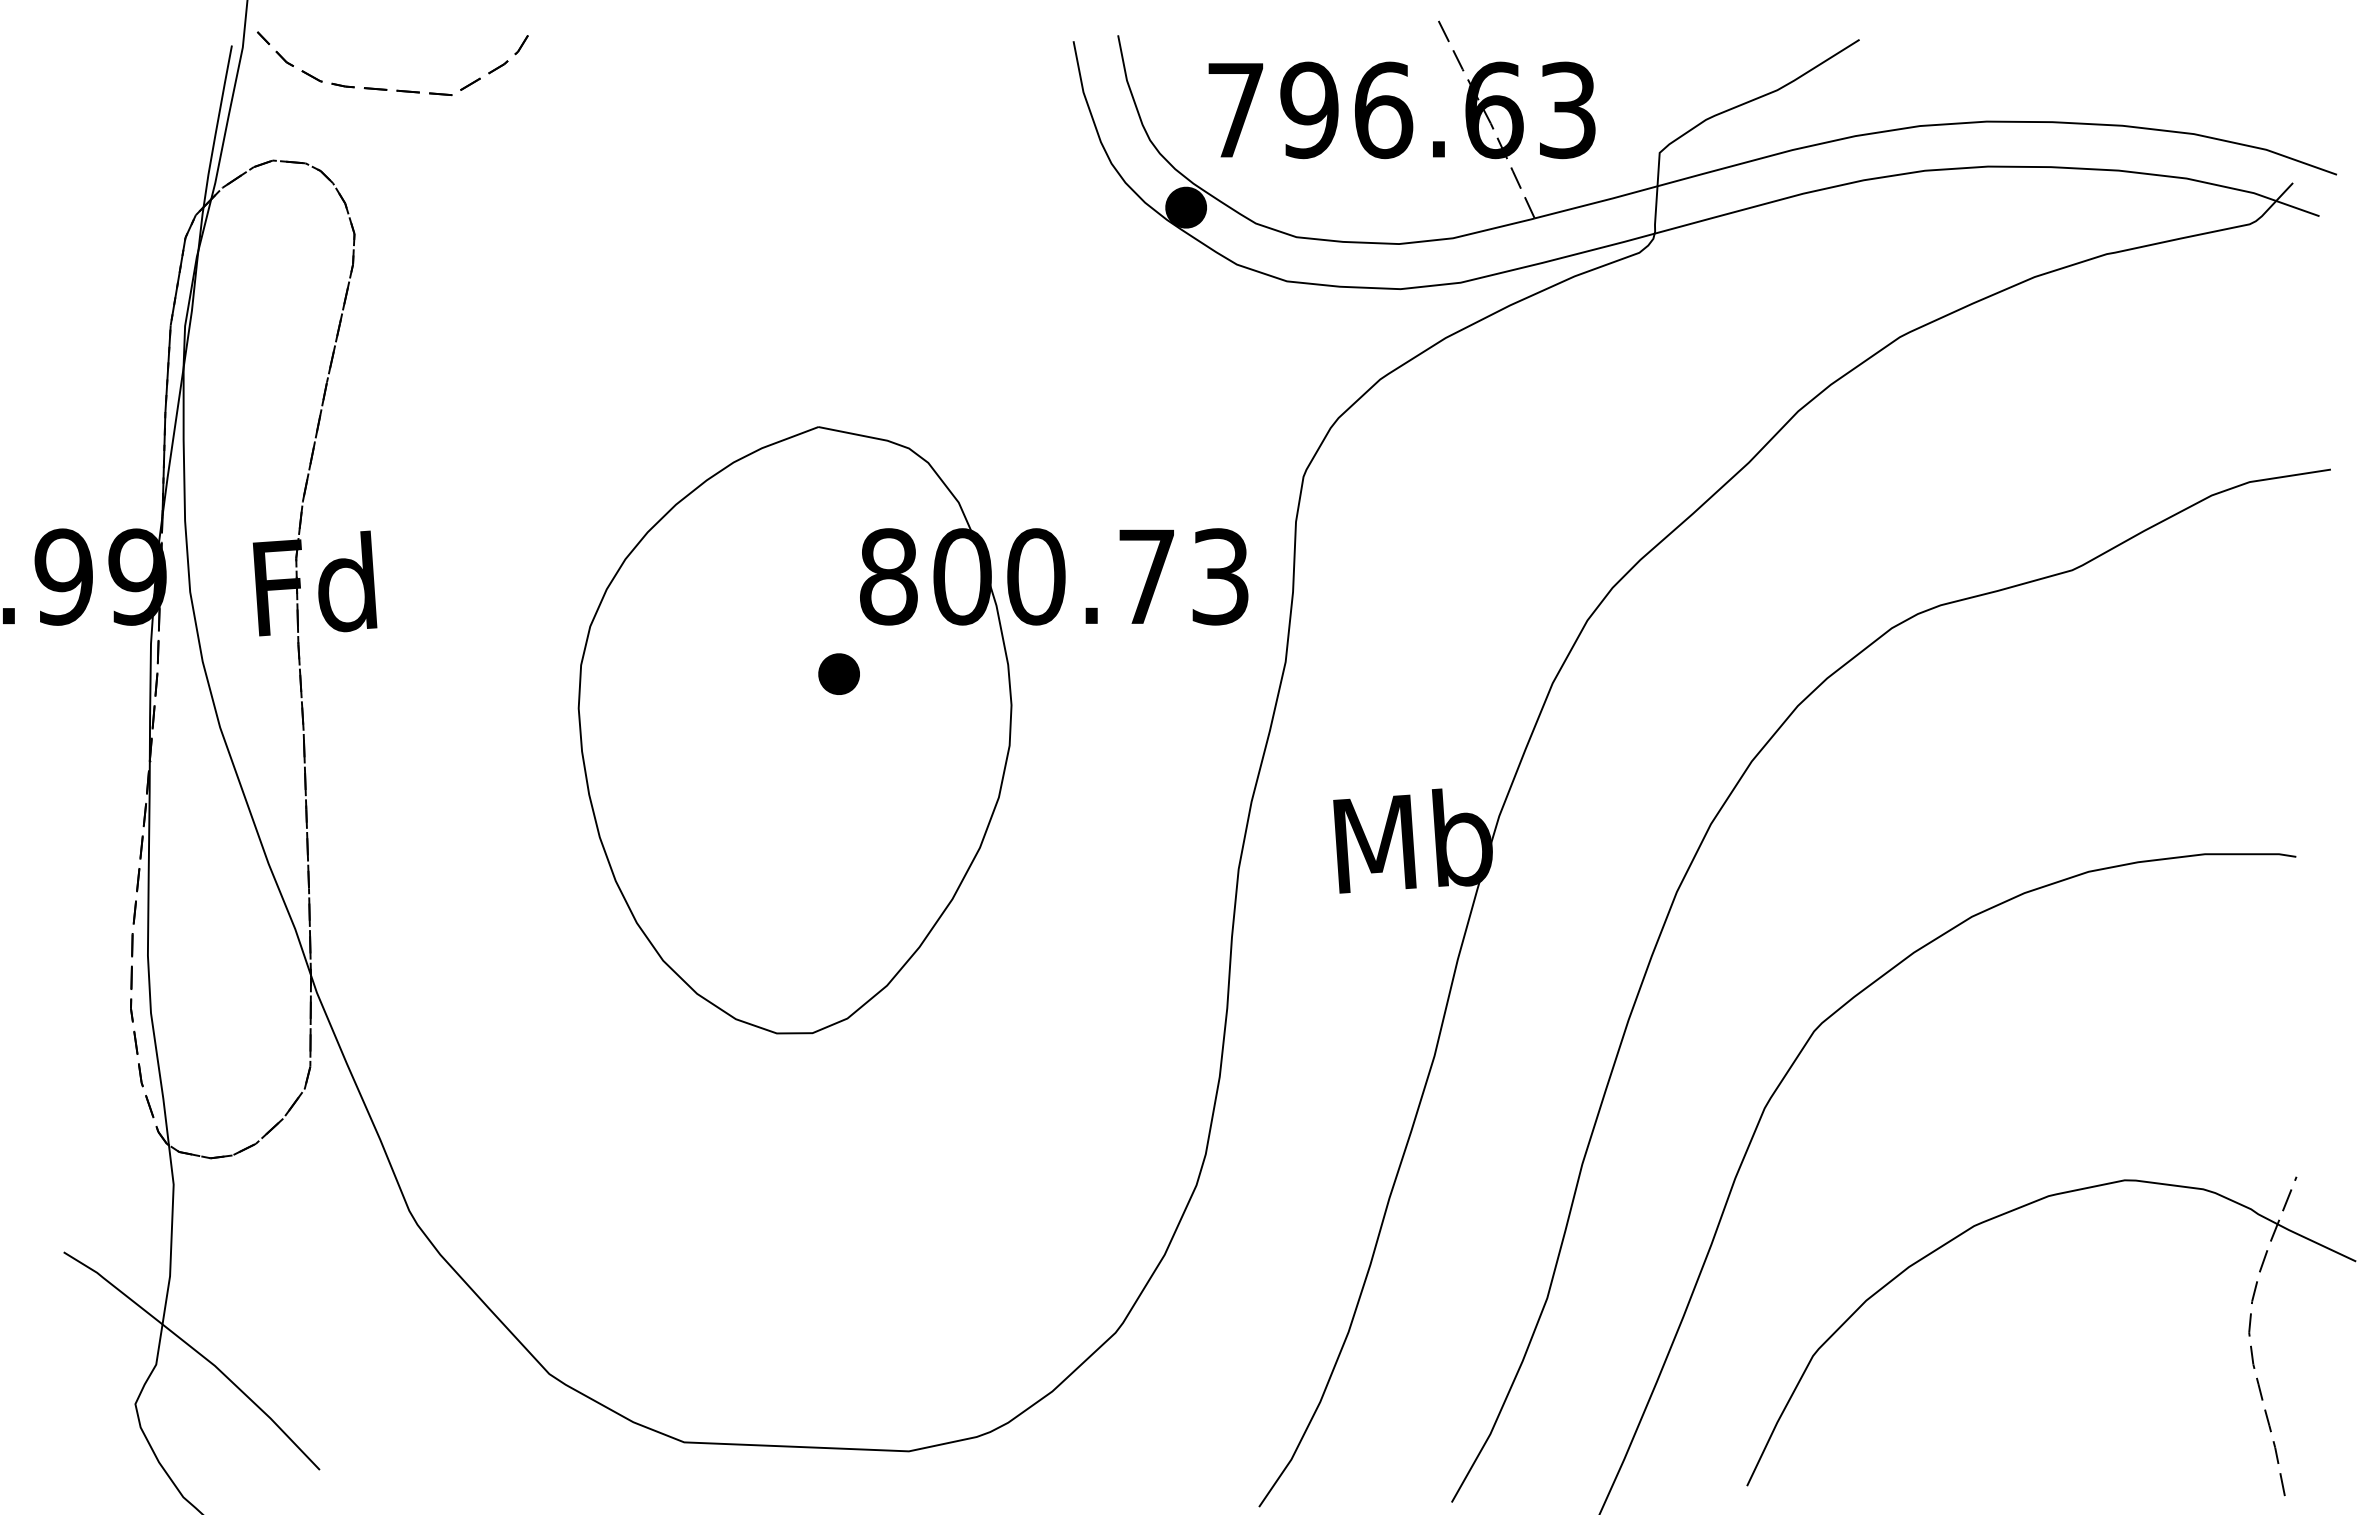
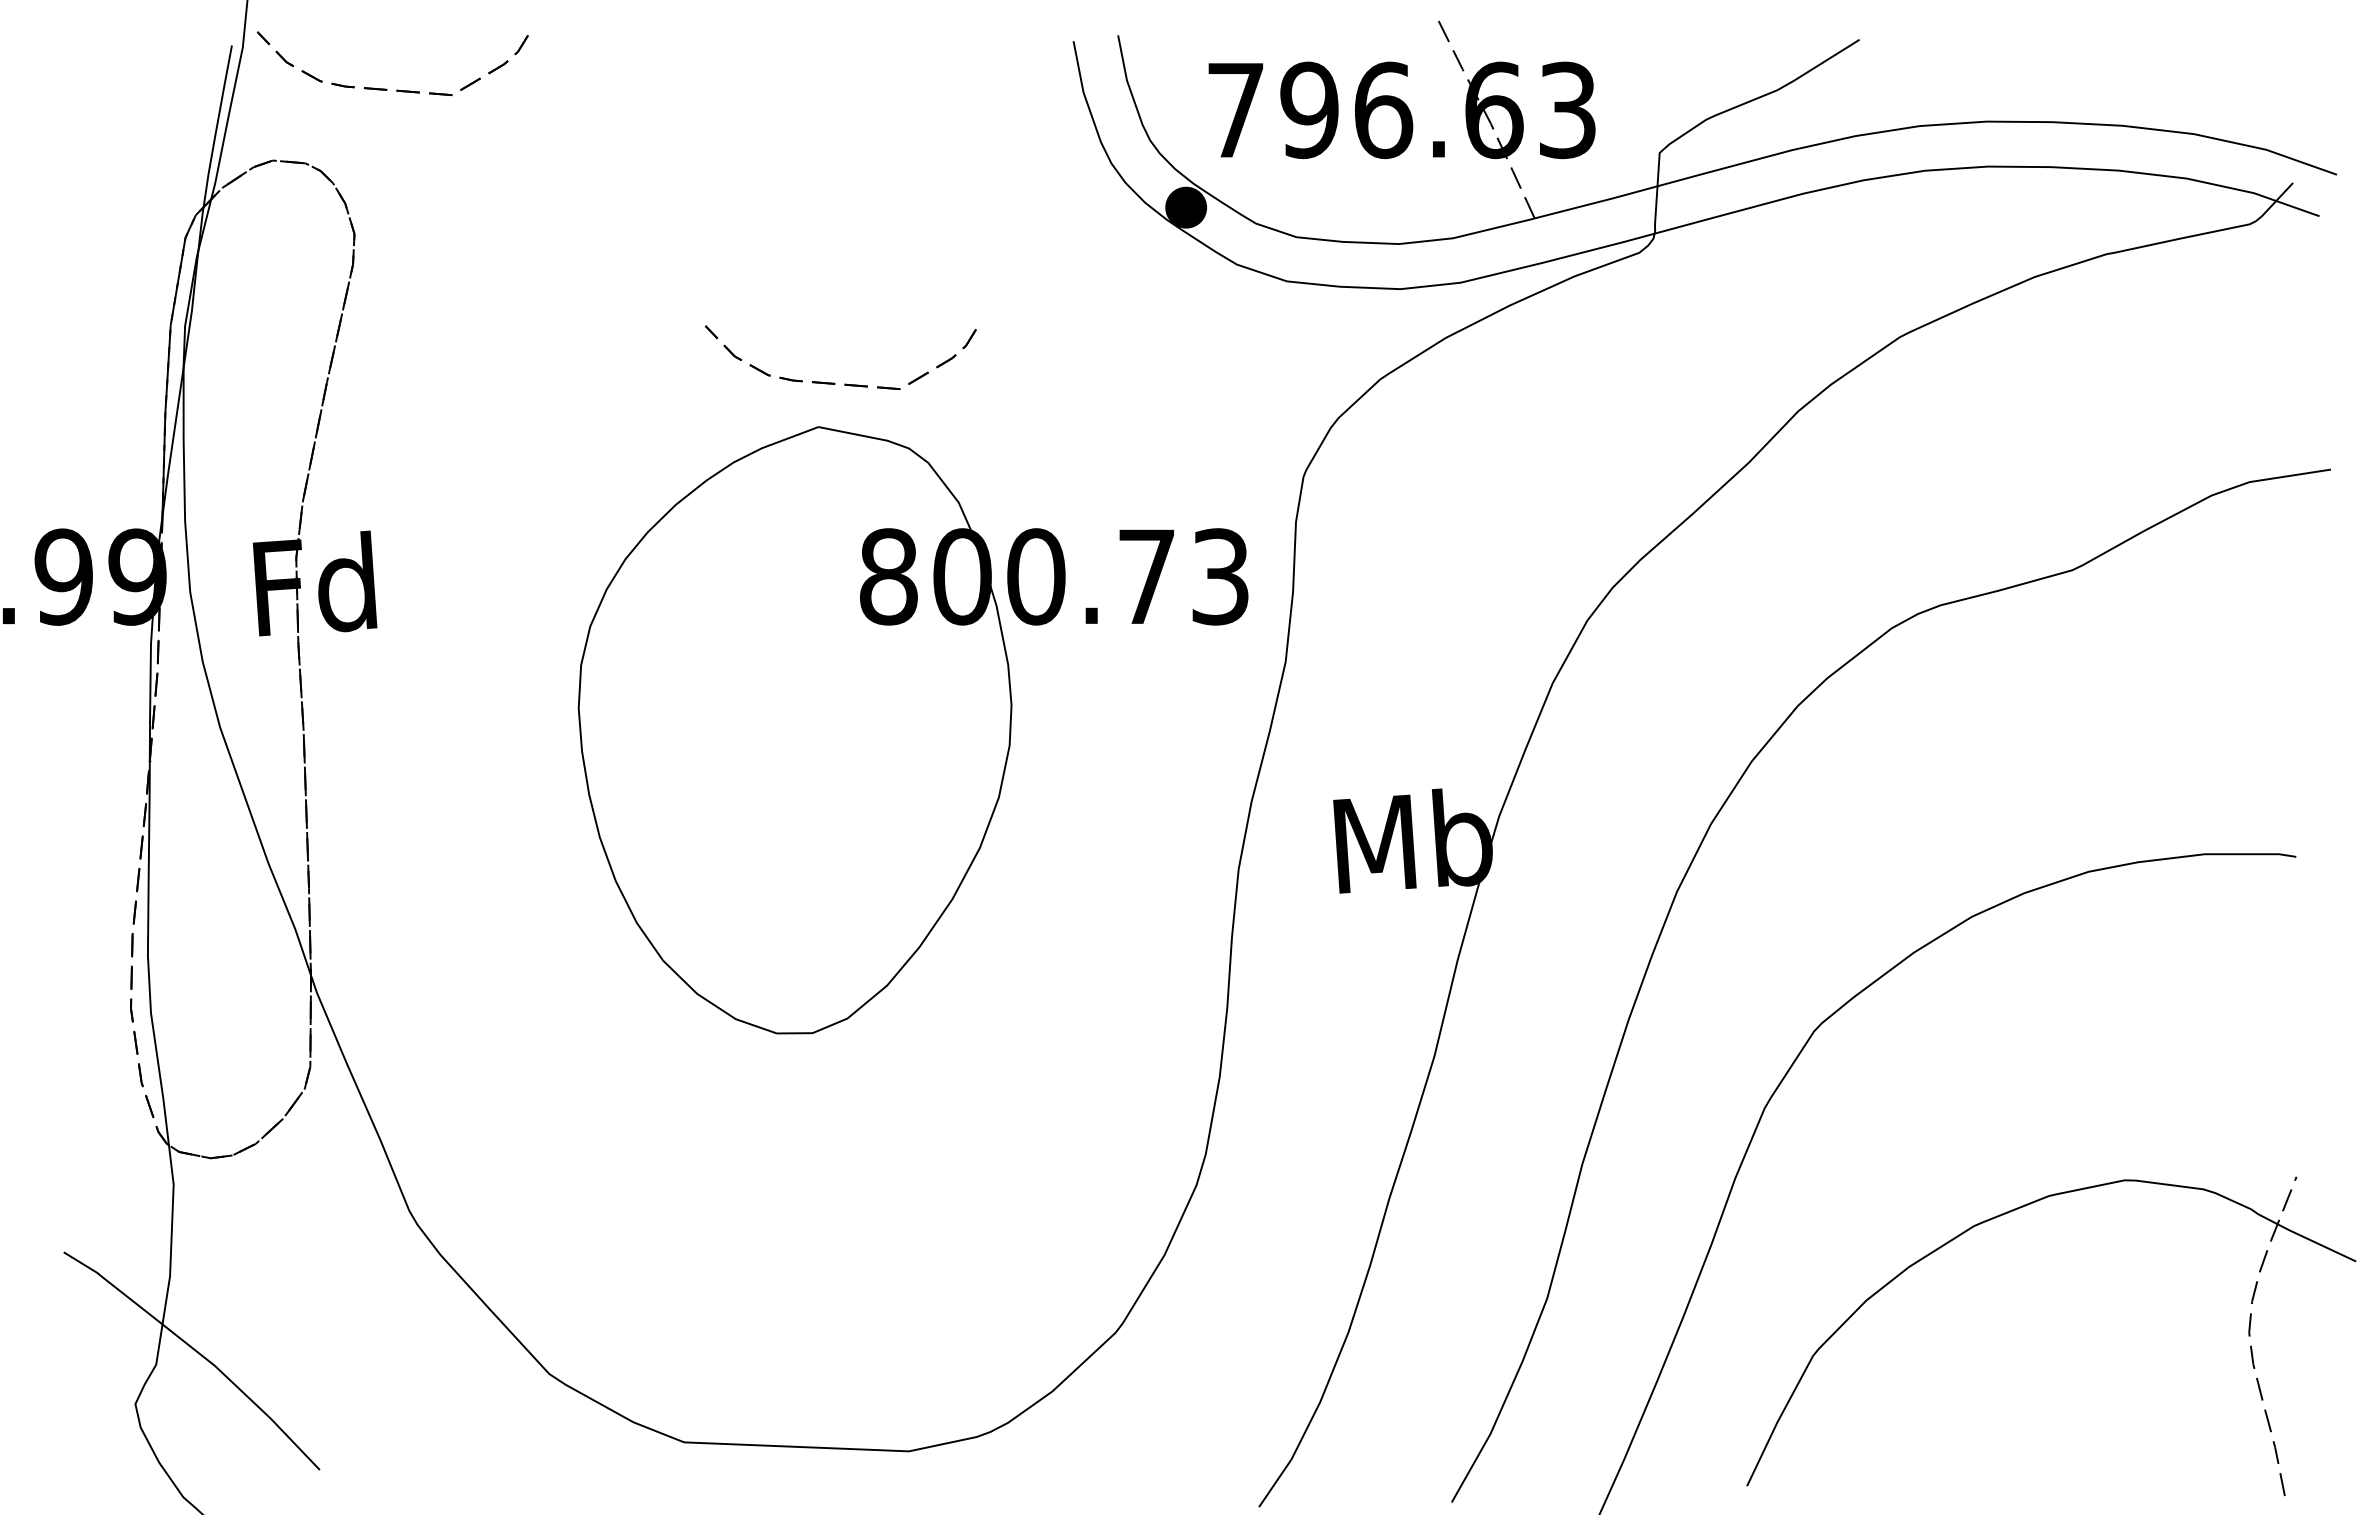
part at (834, 382): none -> present
part at (838, 673): present -> none
